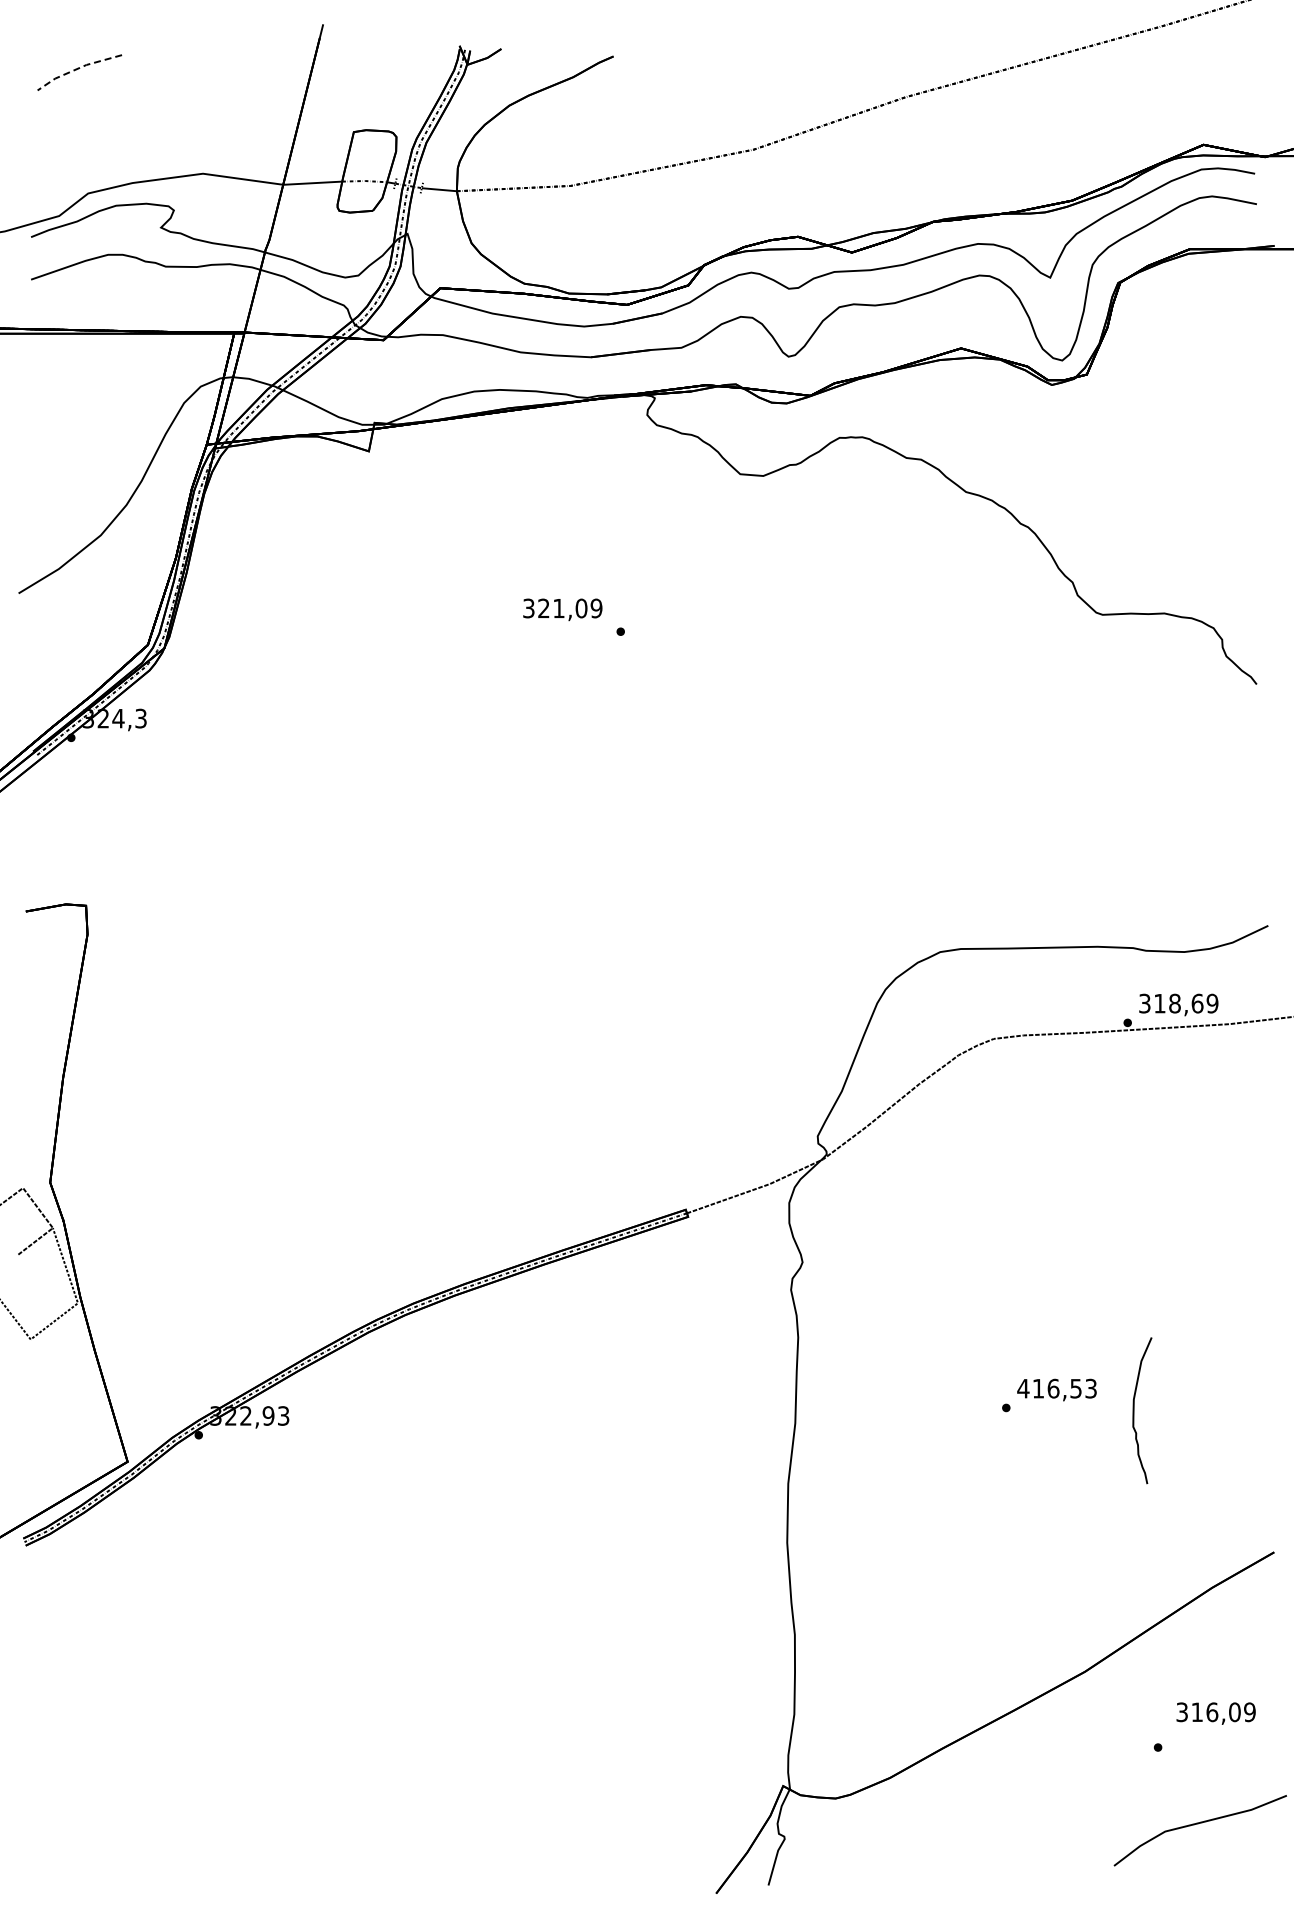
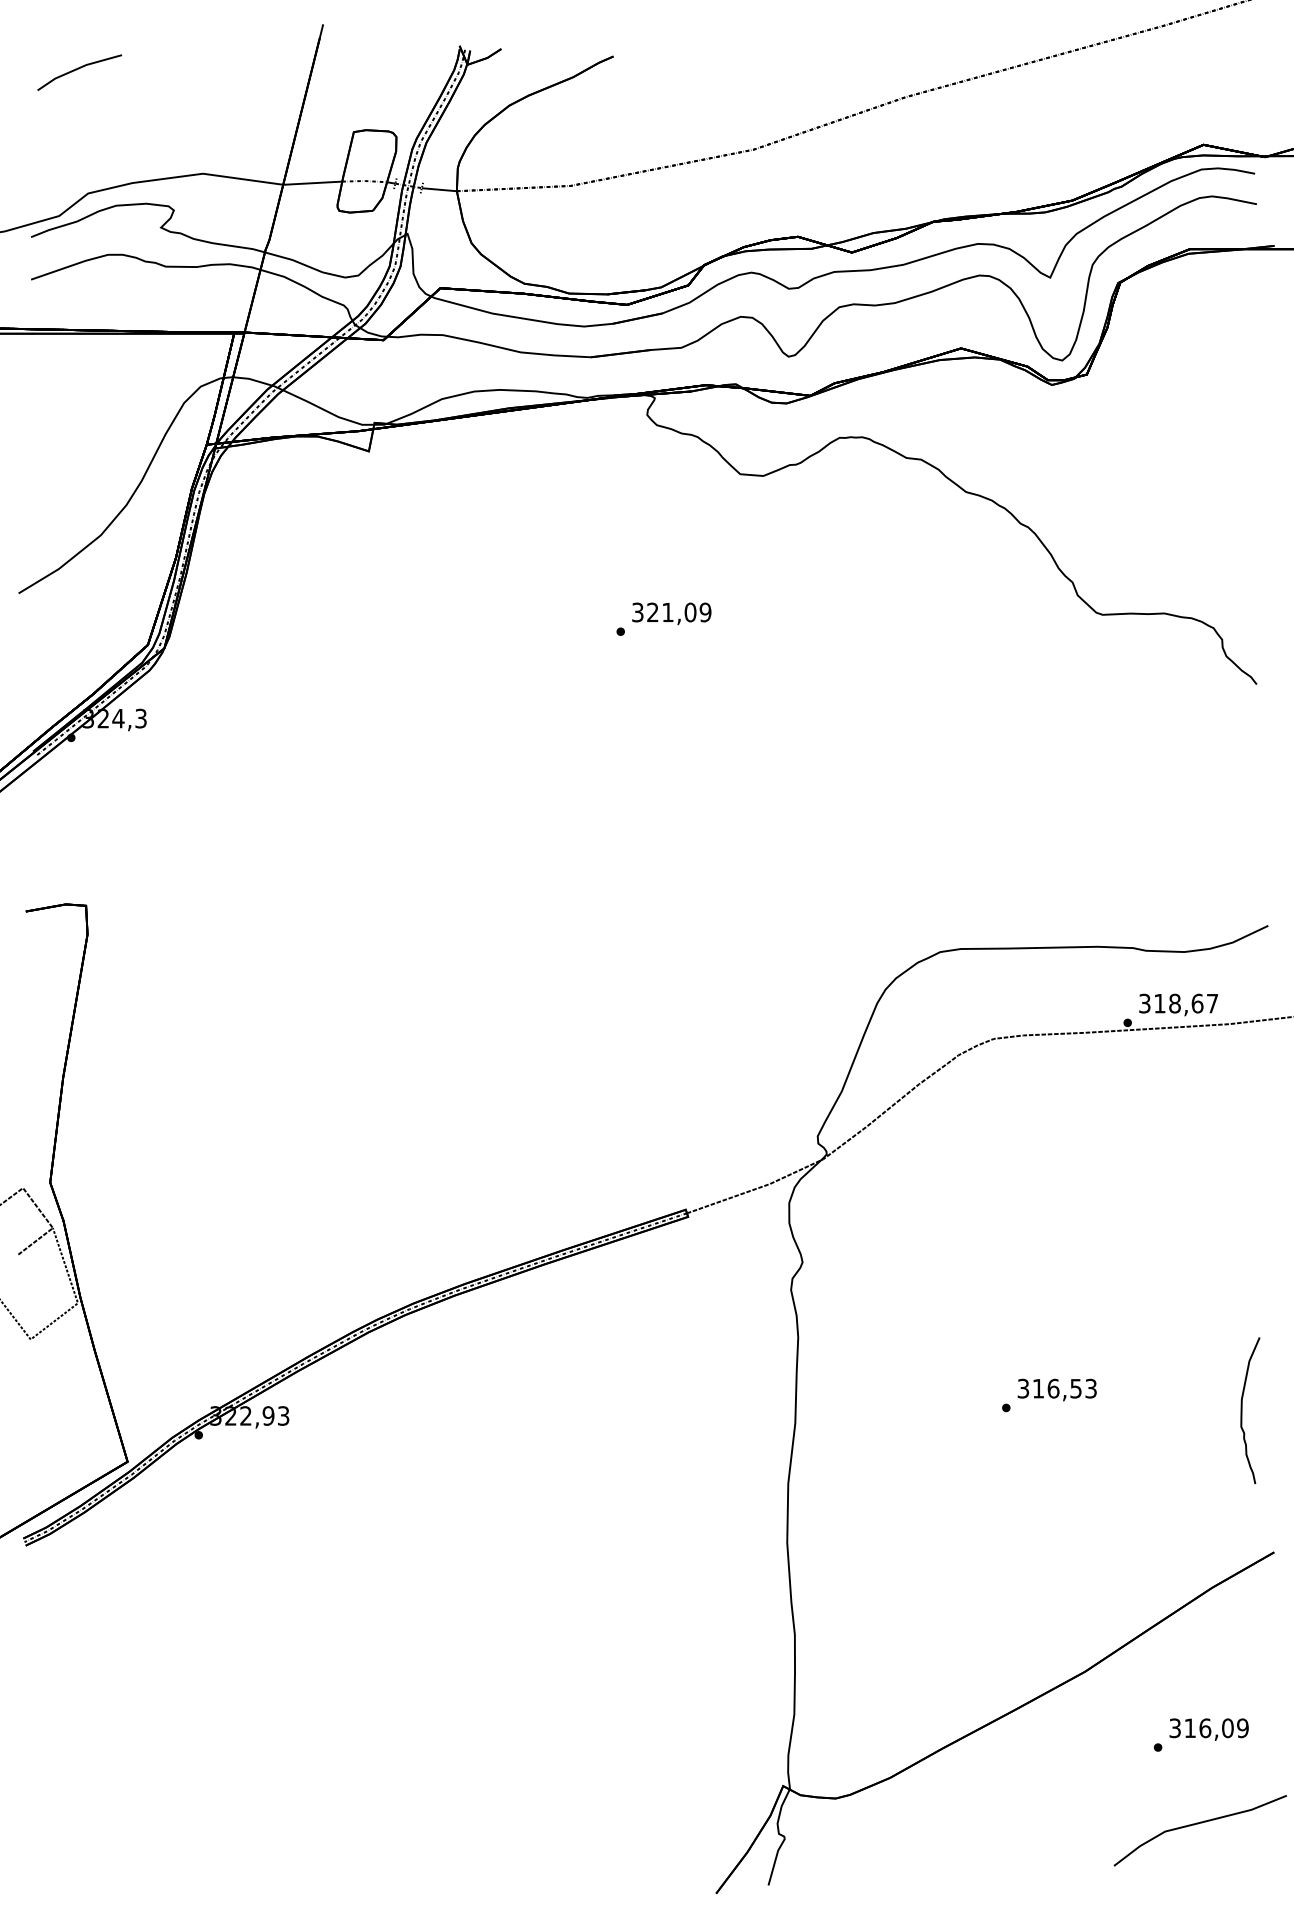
line at (77, 68): dashed -> solid
text at (562, 609) position: (562, 609) -> (671, 613)
text at (1212, 1003): 318,69 -> 318,67
text at (1023, 1388): 416,53 -> 316,53
curve at (1134, 1410) position: (1134, 1410) -> (1242, 1410)
text at (1215, 1713) position: (1215, 1713) -> (1208, 1729)
